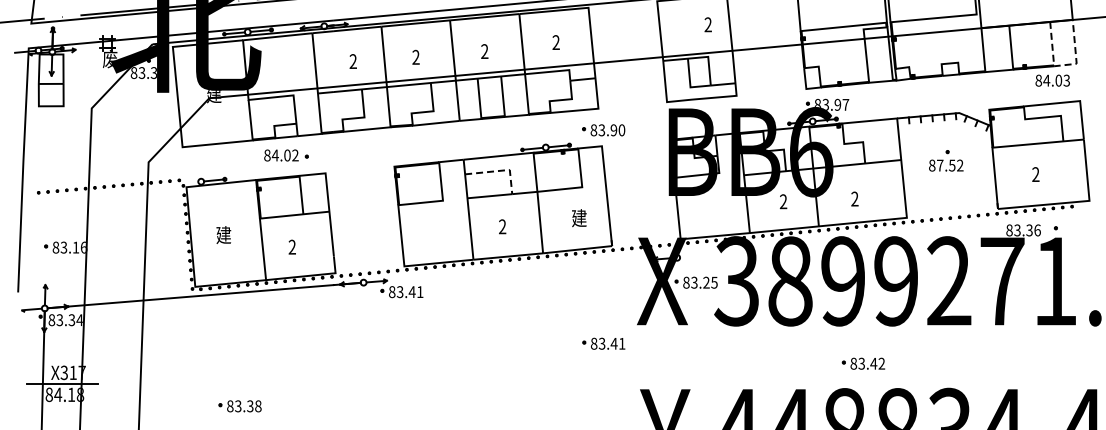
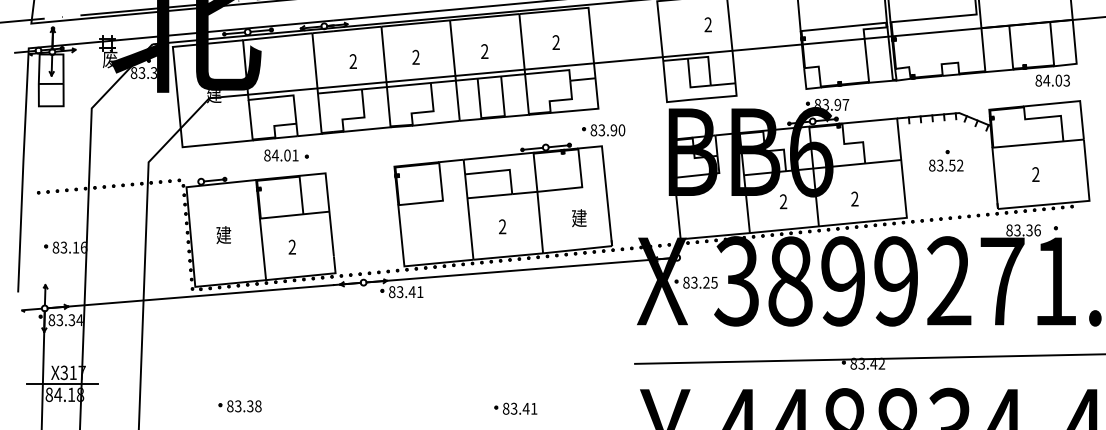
line at (1065, 64): dashed -> solid
text at (295, 155): 84.02 -> 84.01
text at (940, 165): 87.52 -> 83.52
line at (500, 170): dashed -> solid
line at (520, 270): none -> present
part at (603, 343) position: (603, 343) -> (515, 408)
line at (868, 358): none -> present
